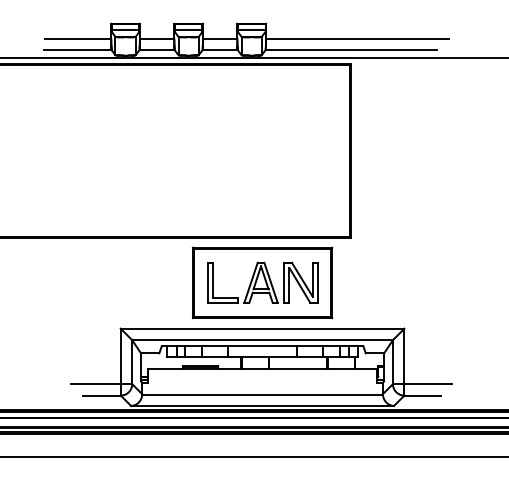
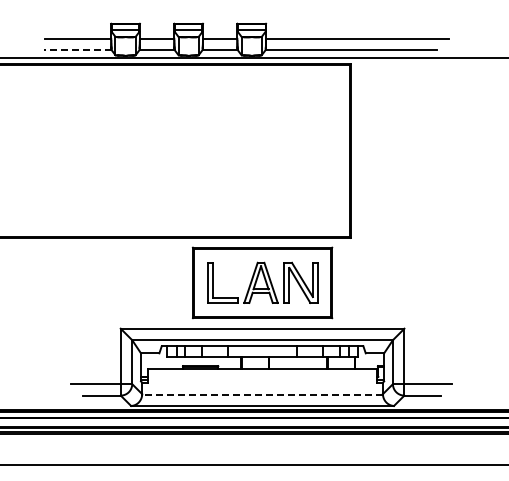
line at (77, 49): solid -> dashed
line at (262, 394): solid -> dashed
line at (253, 457) position: (253, 457) -> (253, 465)
